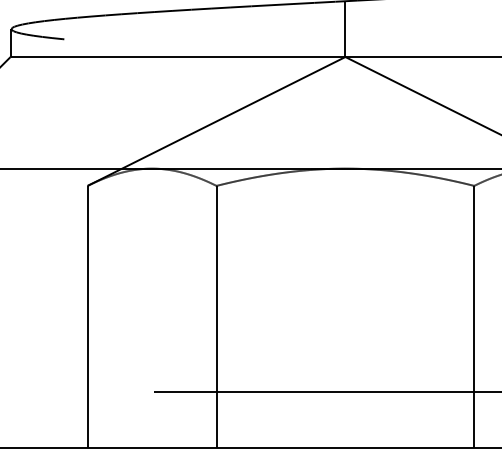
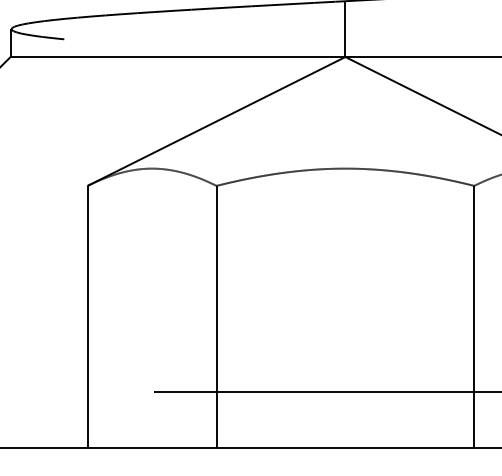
line at (250, 168): present -> none
